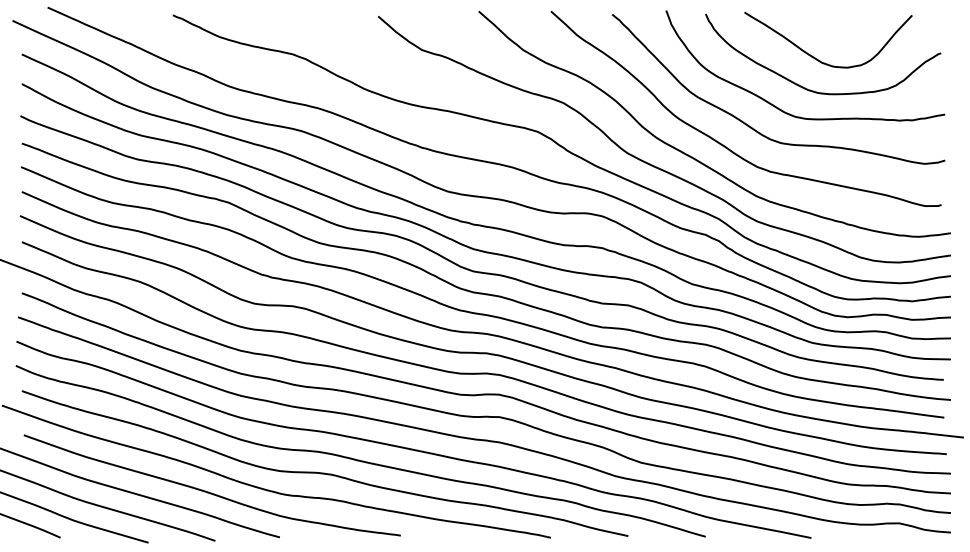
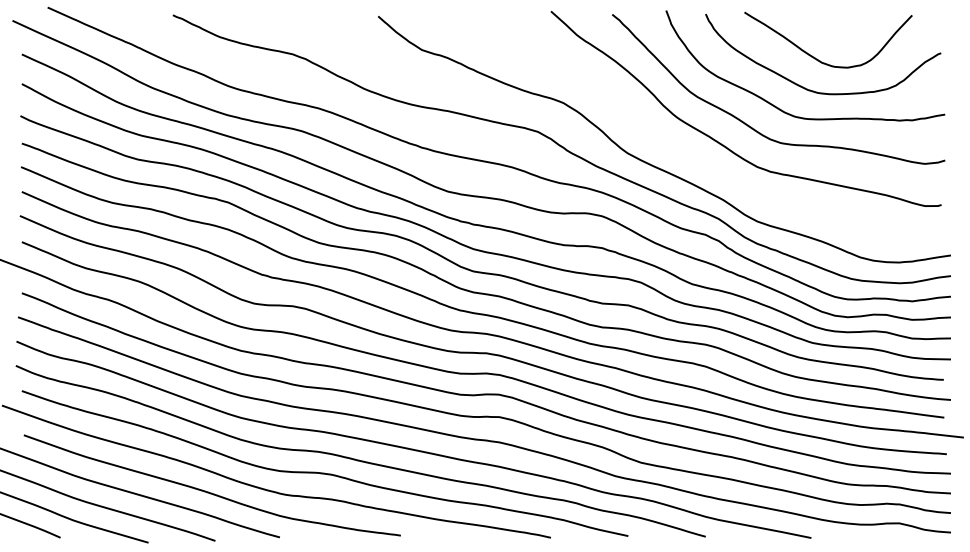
curve at (694, 157): present -> none
